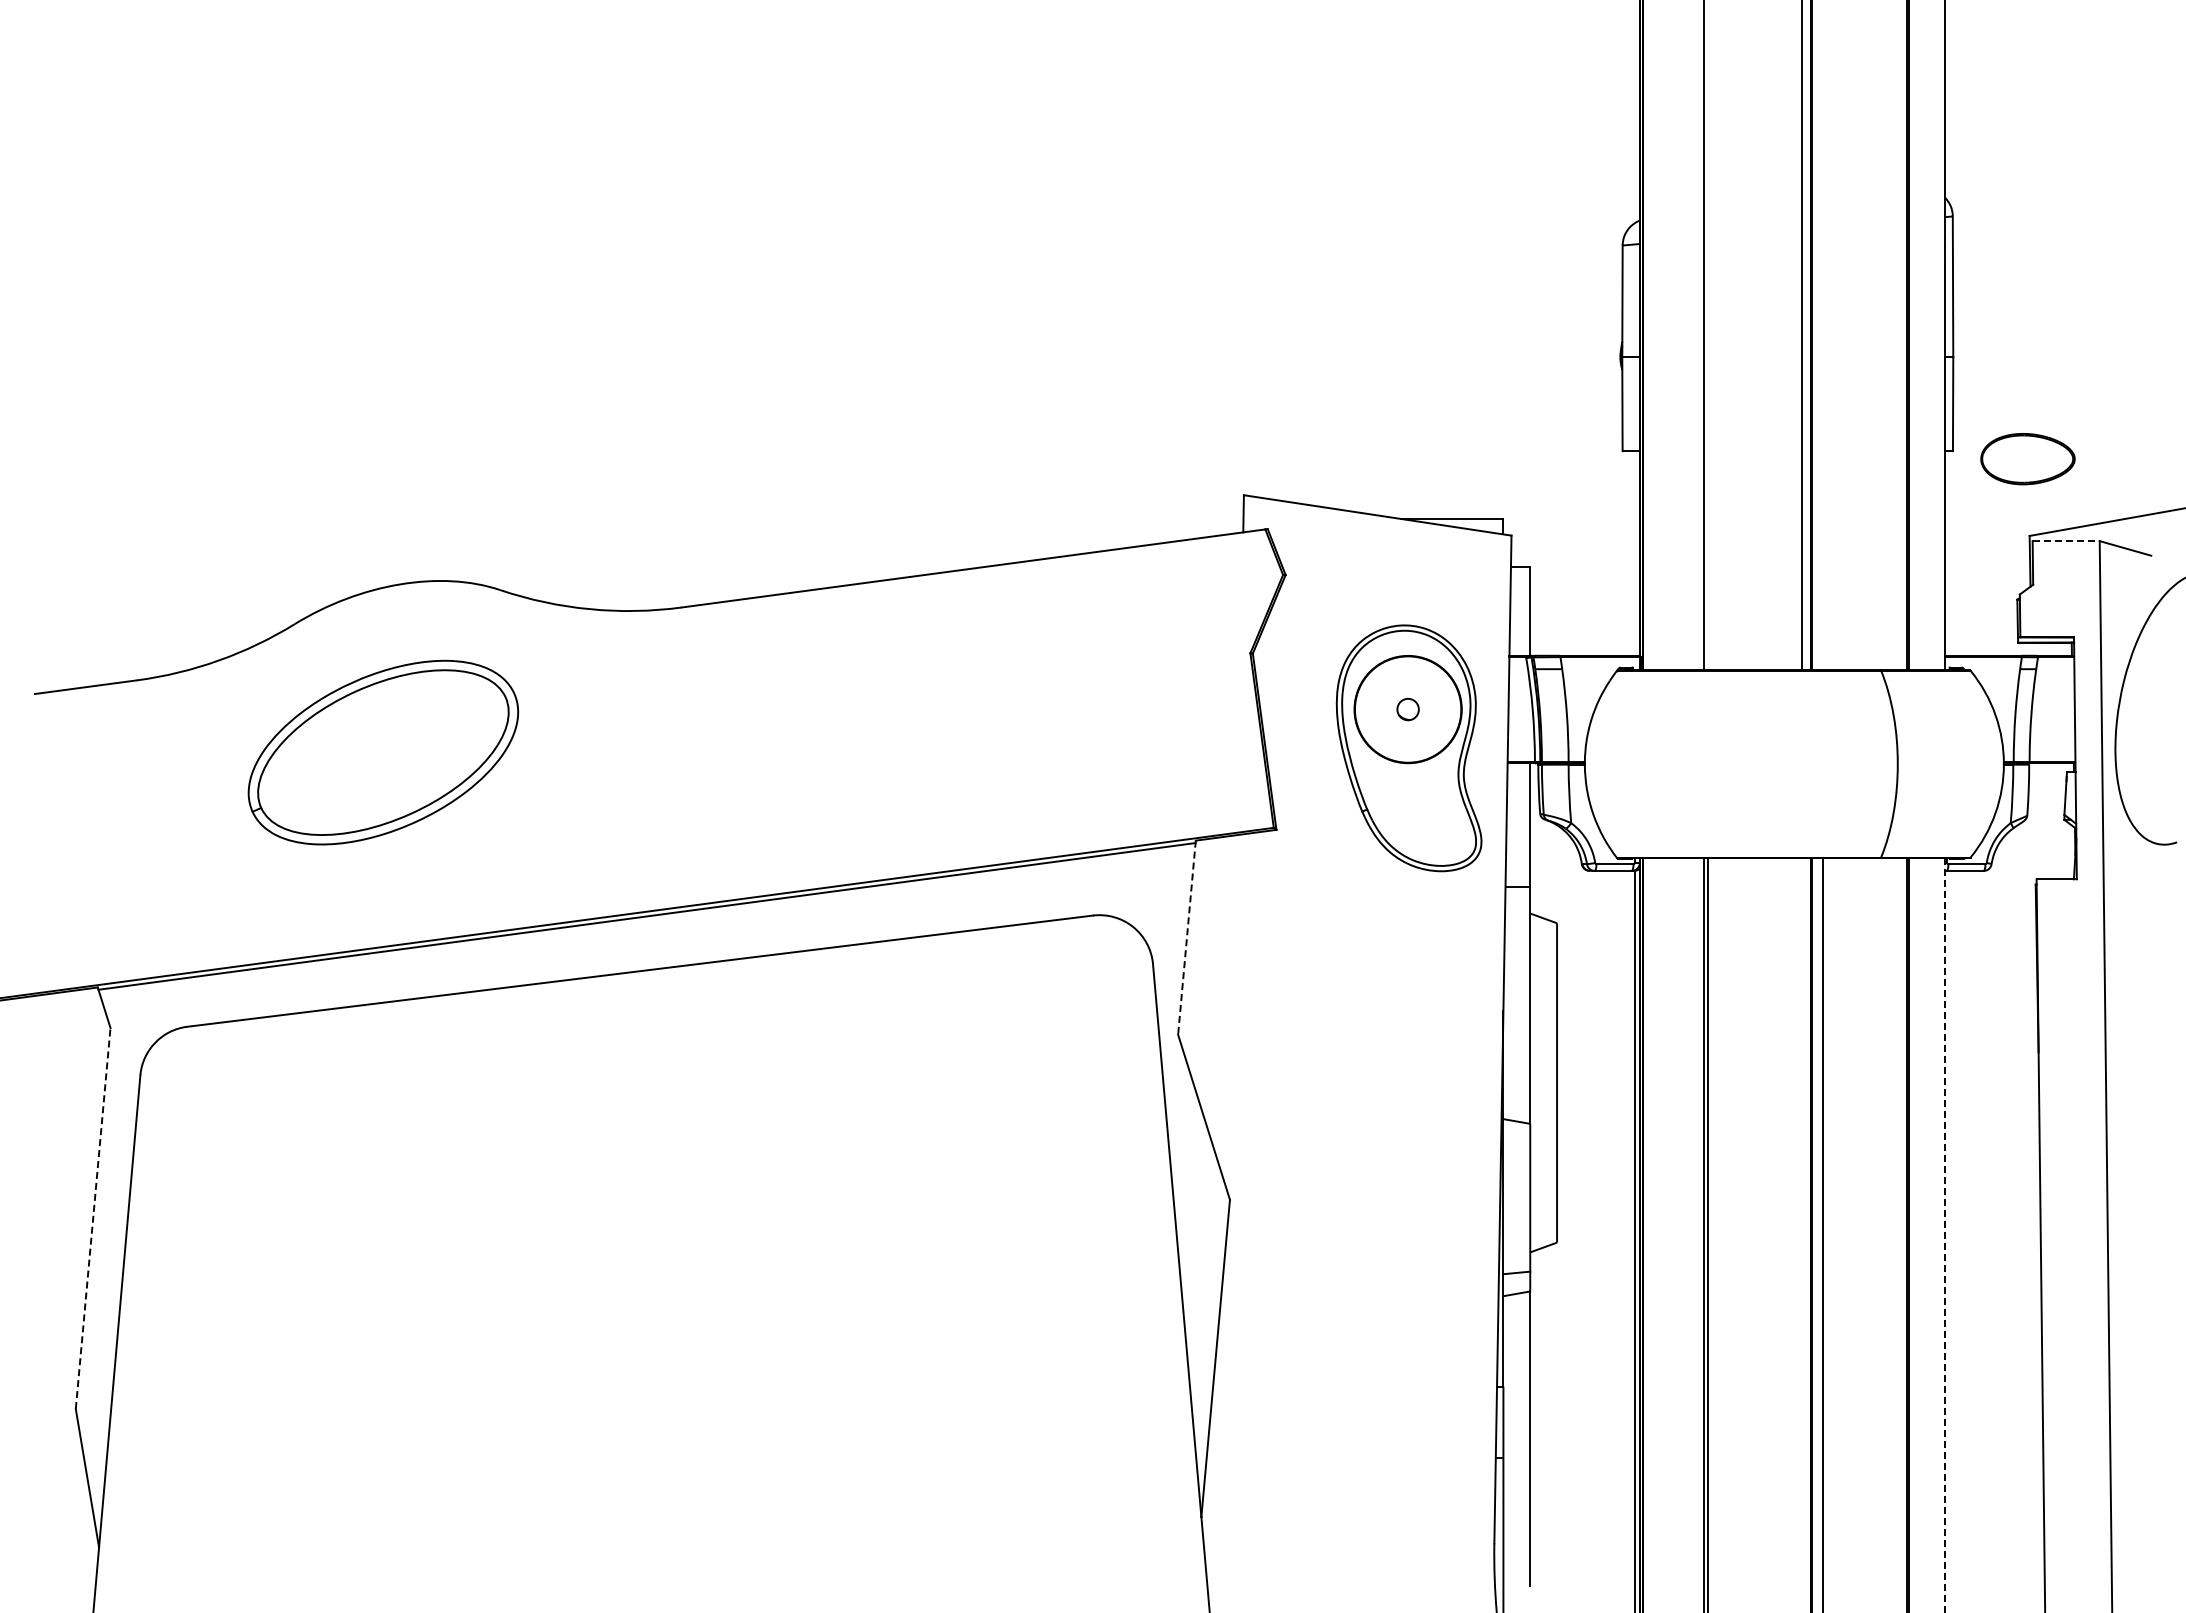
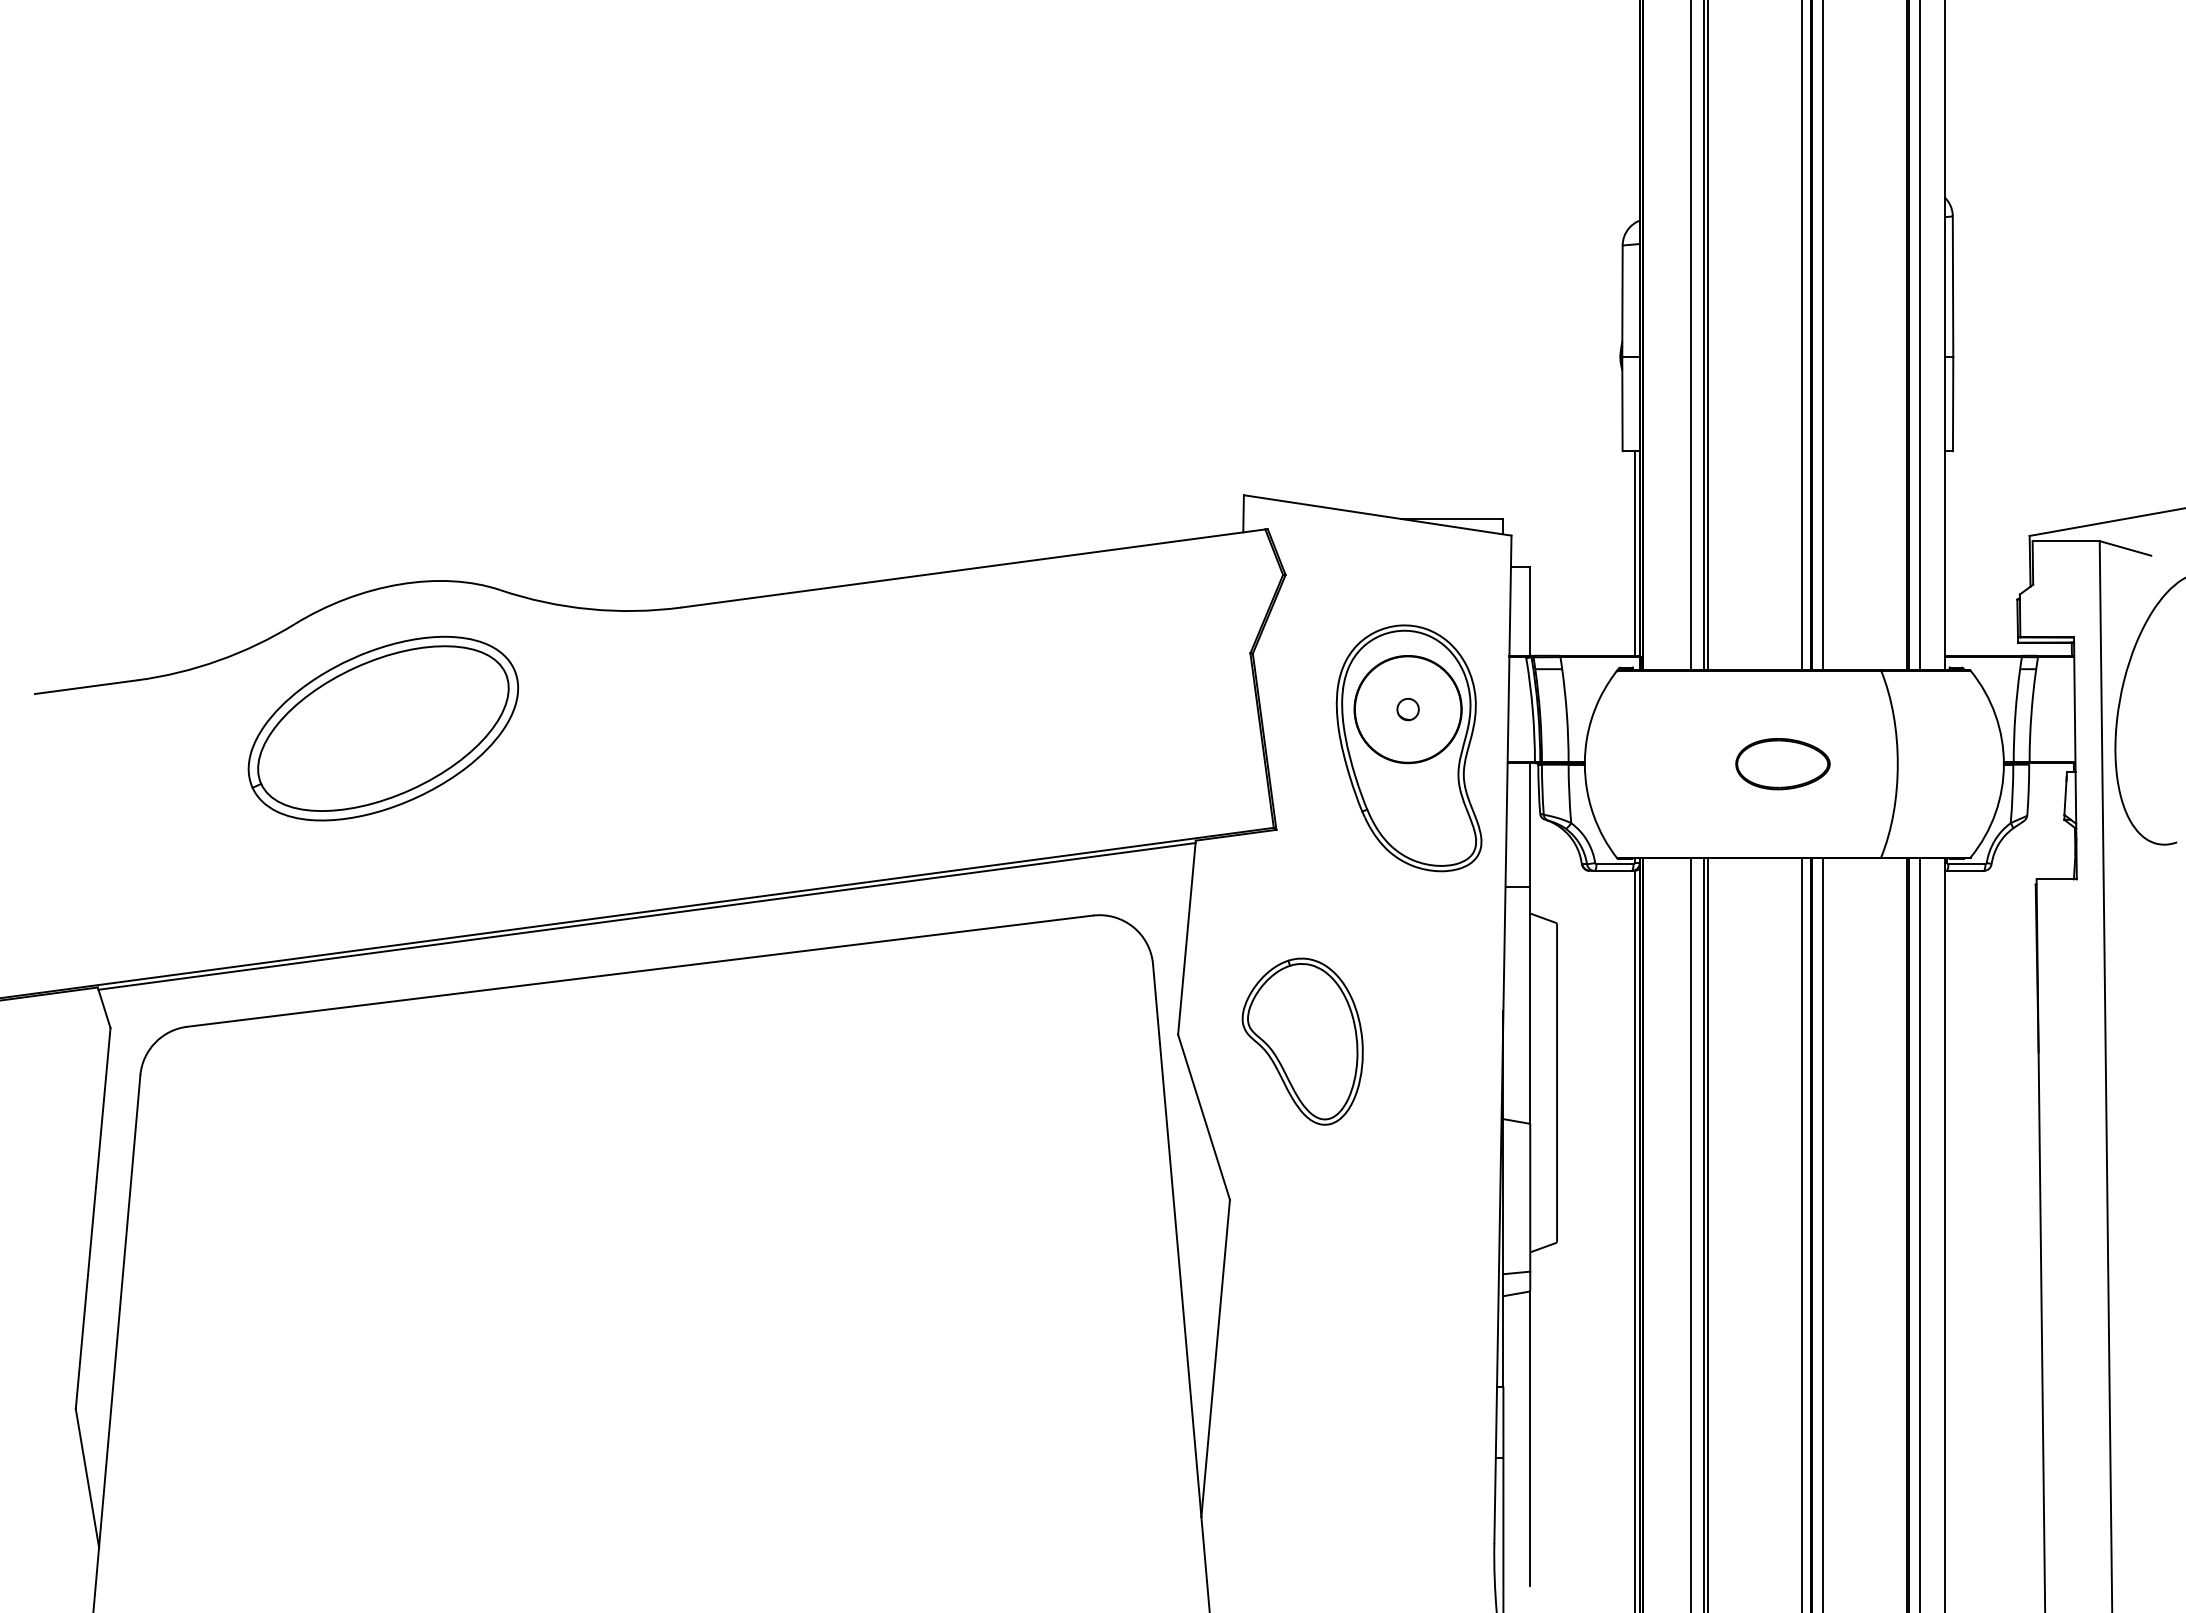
line at (1691, 336): none -> present
line at (1708, 336): none -> present
line at (1823, 336): none -> present
line at (1920, 336): none -> present
part at (2027, 459) position: (2027, 459) -> (1782, 764)
line at (2066, 541): dashed -> solid
line at (1634, 553): none -> present
part at (383, 752) position: (383, 752) -> (383, 728)
line at (1186, 938): dashed -> solid
part at (1302, 1041): none -> present
line at (93, 1218): dashed -> solid
line at (1691, 1233): none -> present
line at (1801, 1233): none -> present
line at (1920, 1233): none -> present
line at (1945, 1235): dashed -> solid
